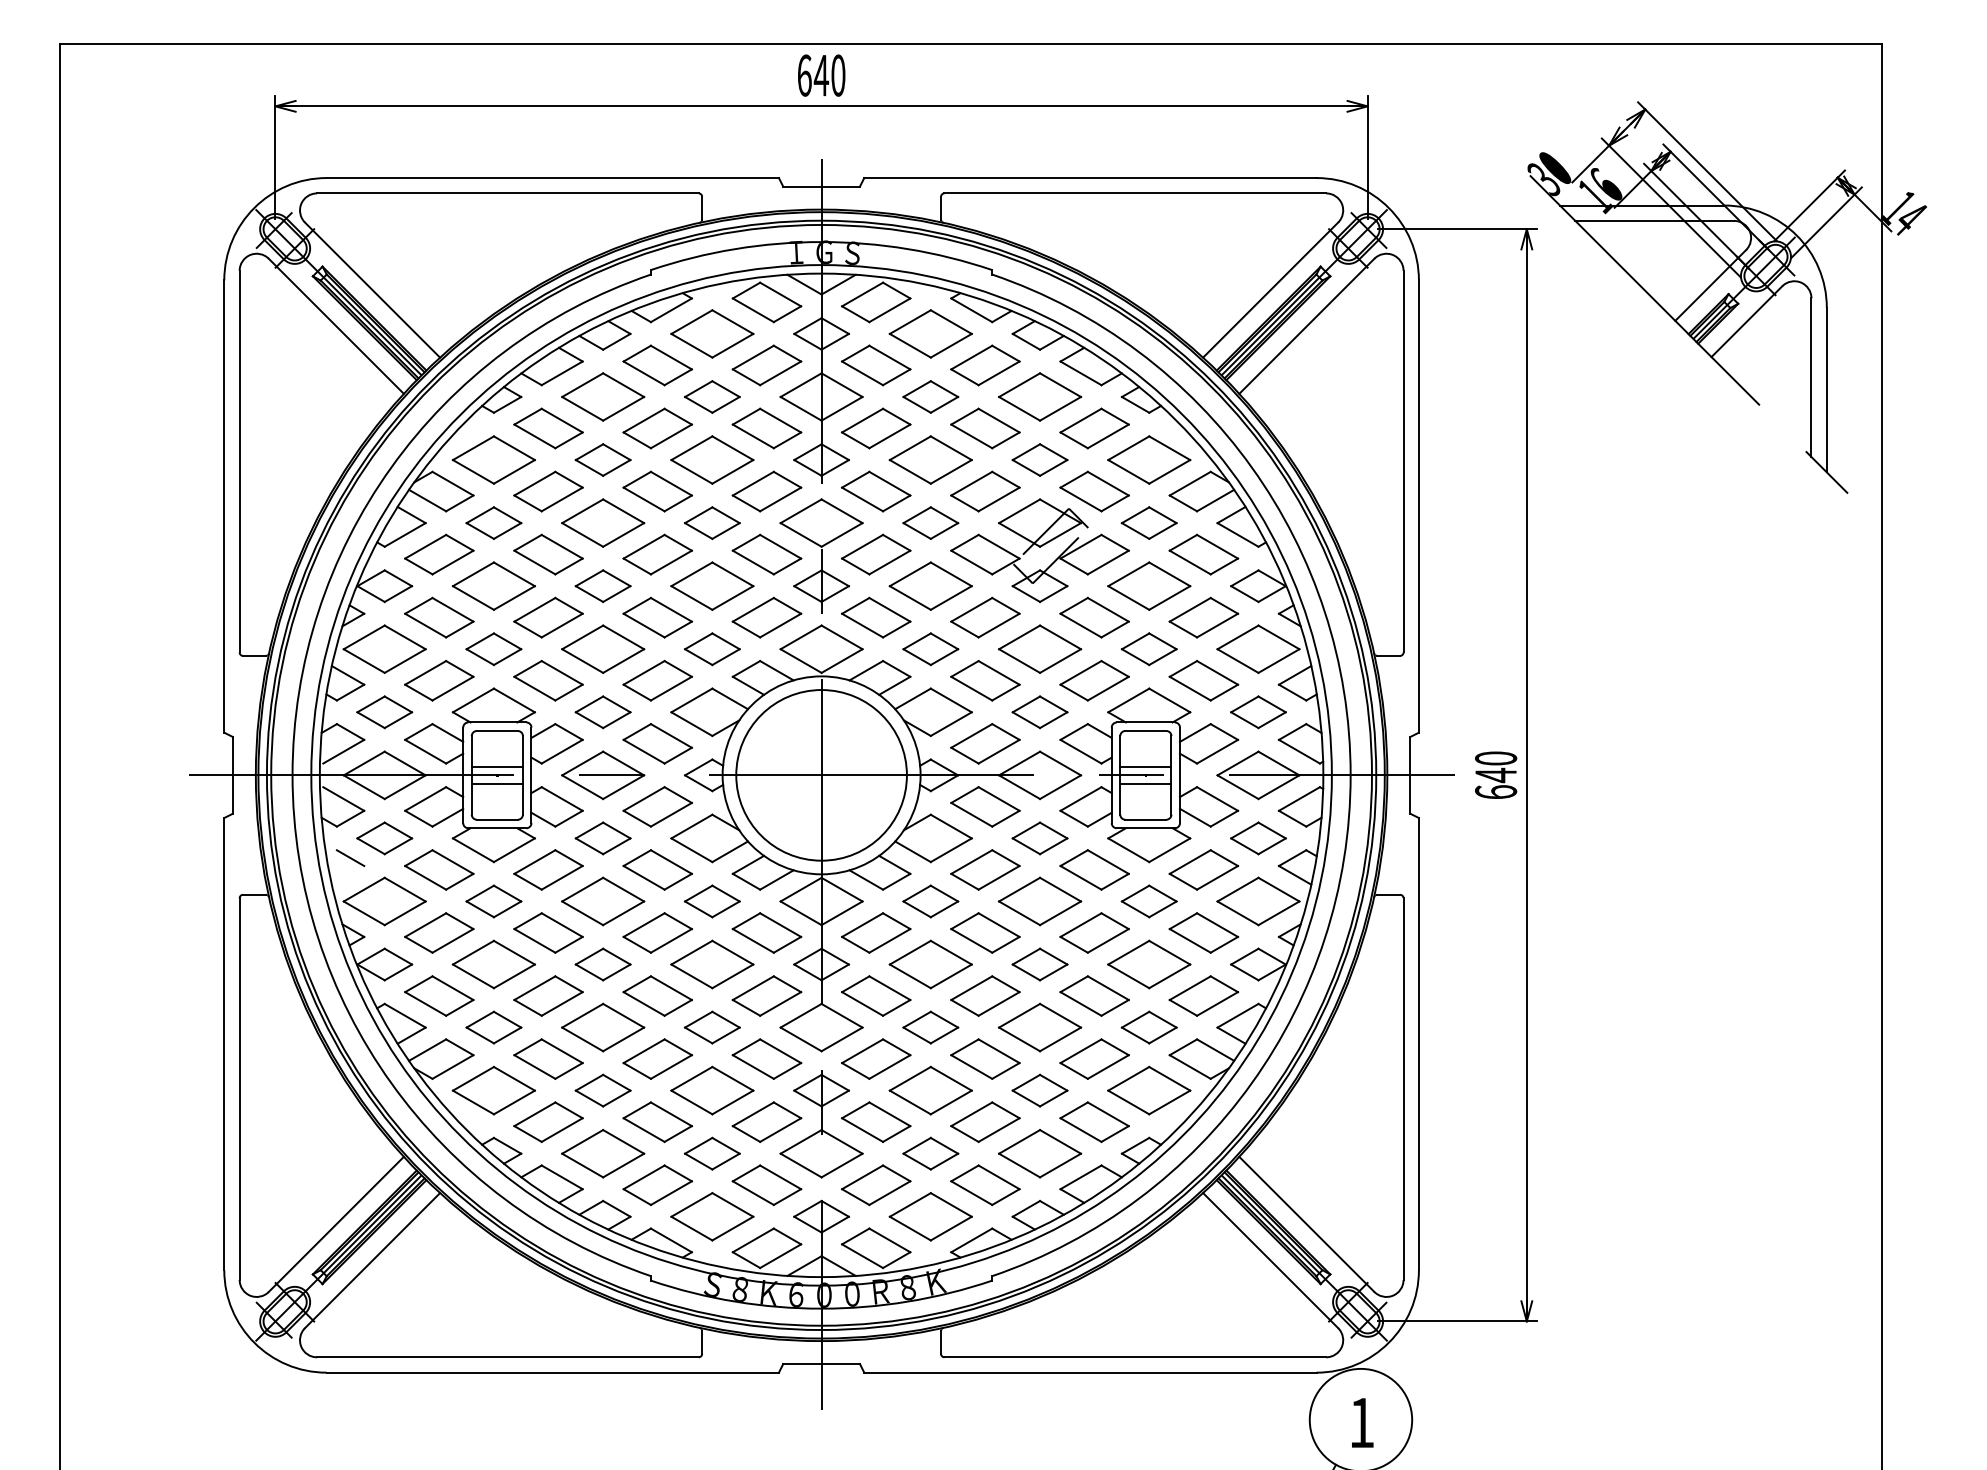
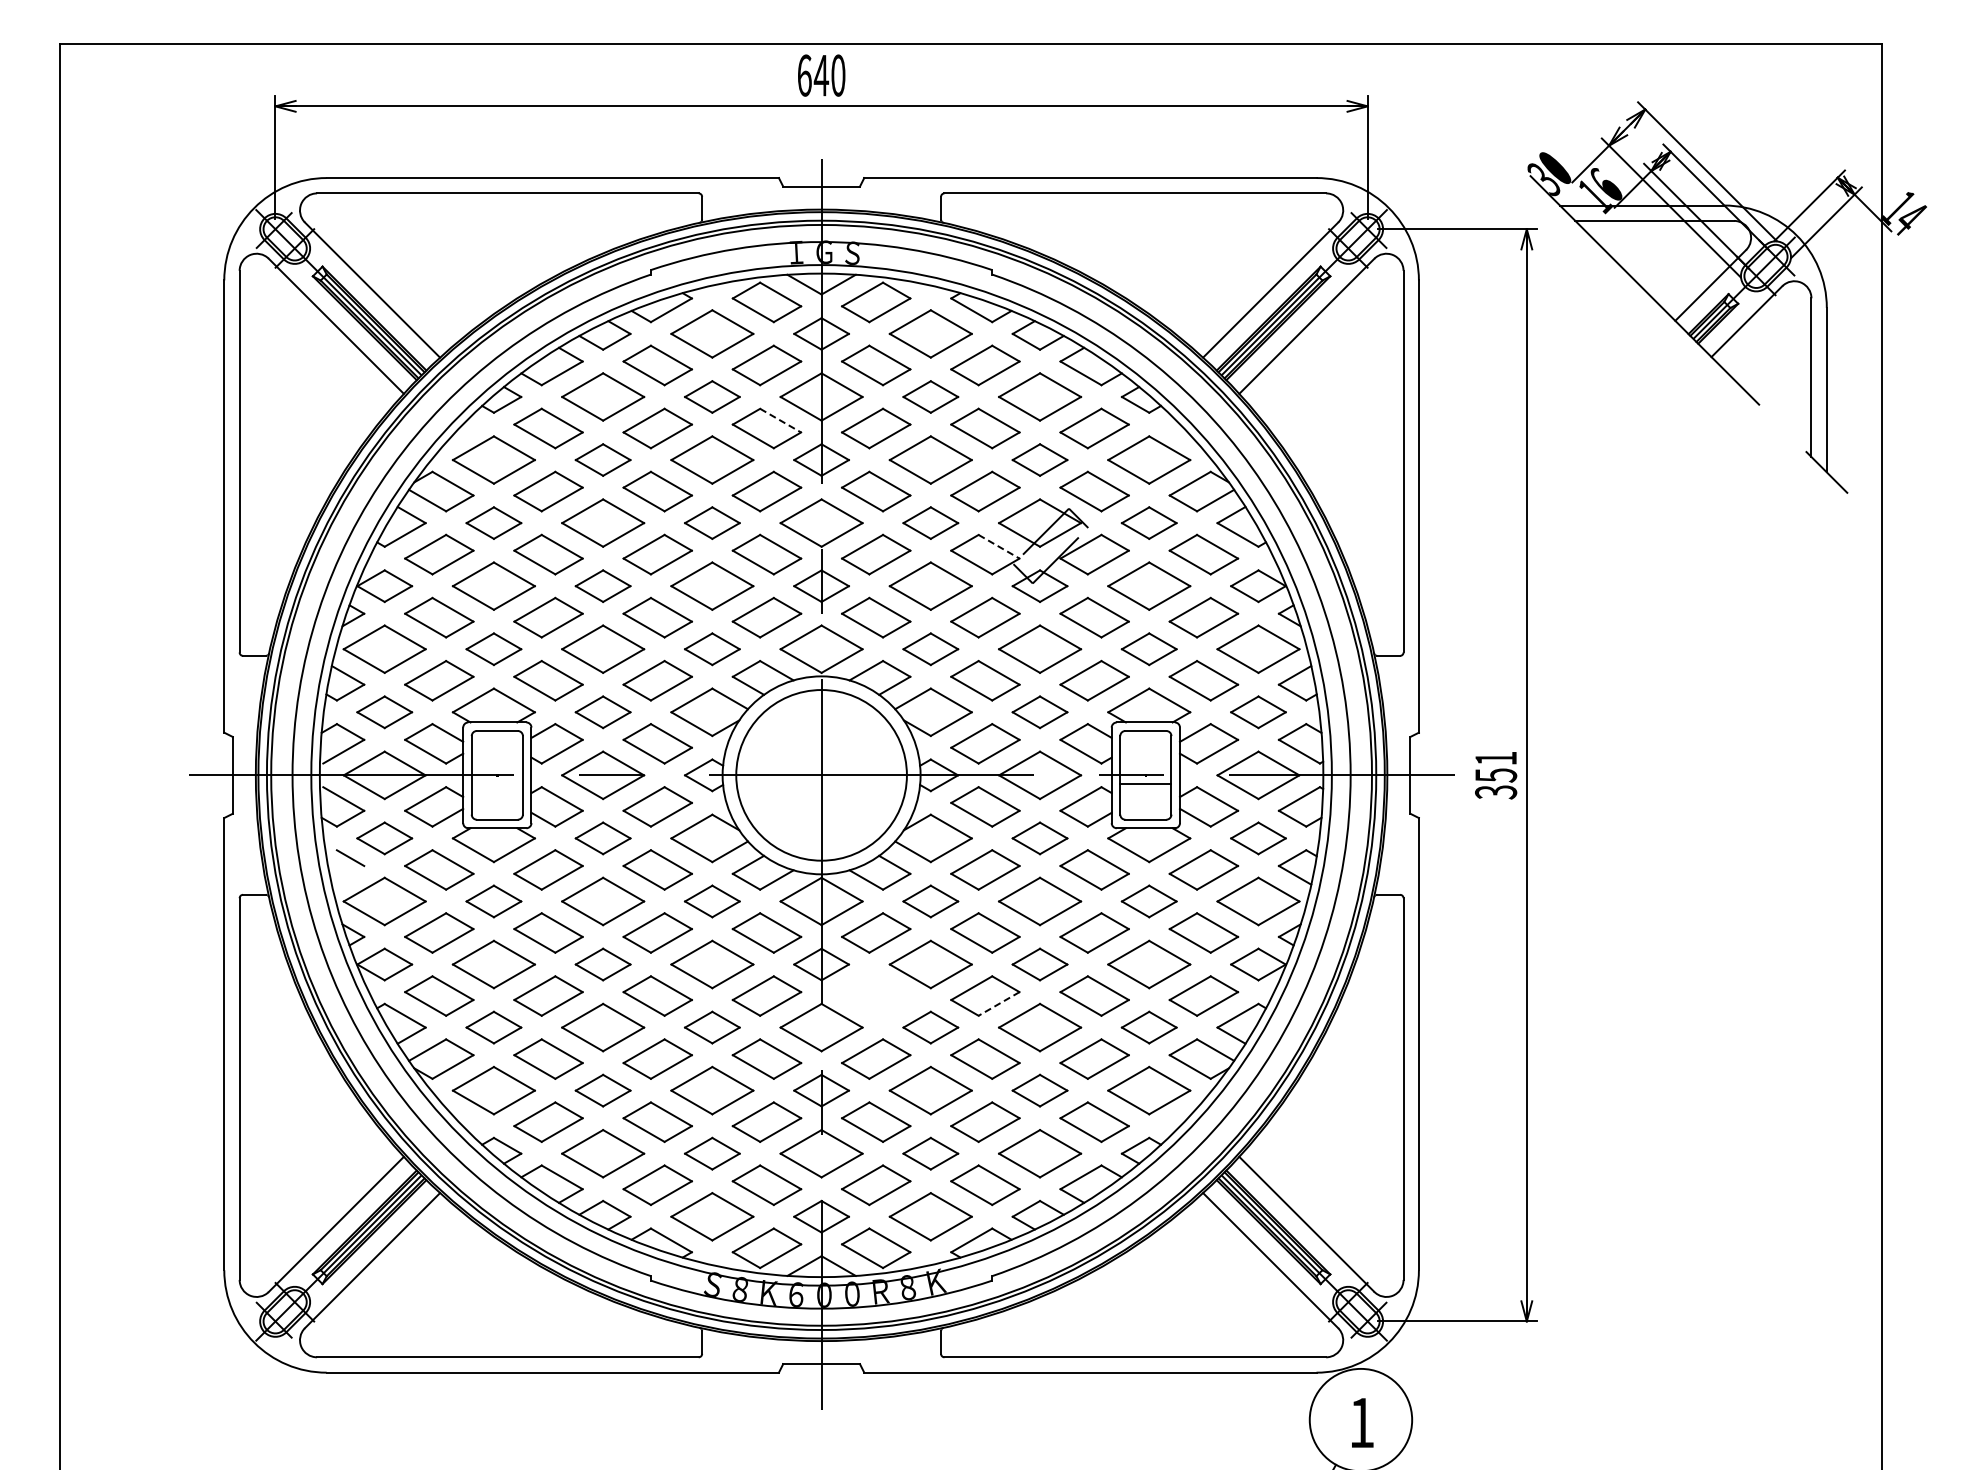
line at (780, 420): solid -> dashed
line at (999, 546): solid -> dashed
line at (496, 766): present -> none
line at (1145, 766): present -> none
text at (1496, 775): 640 -> 351
line at (496, 783): present -> none
part at (876, 995): present -> none
line at (999, 1003): solid -> dashed
